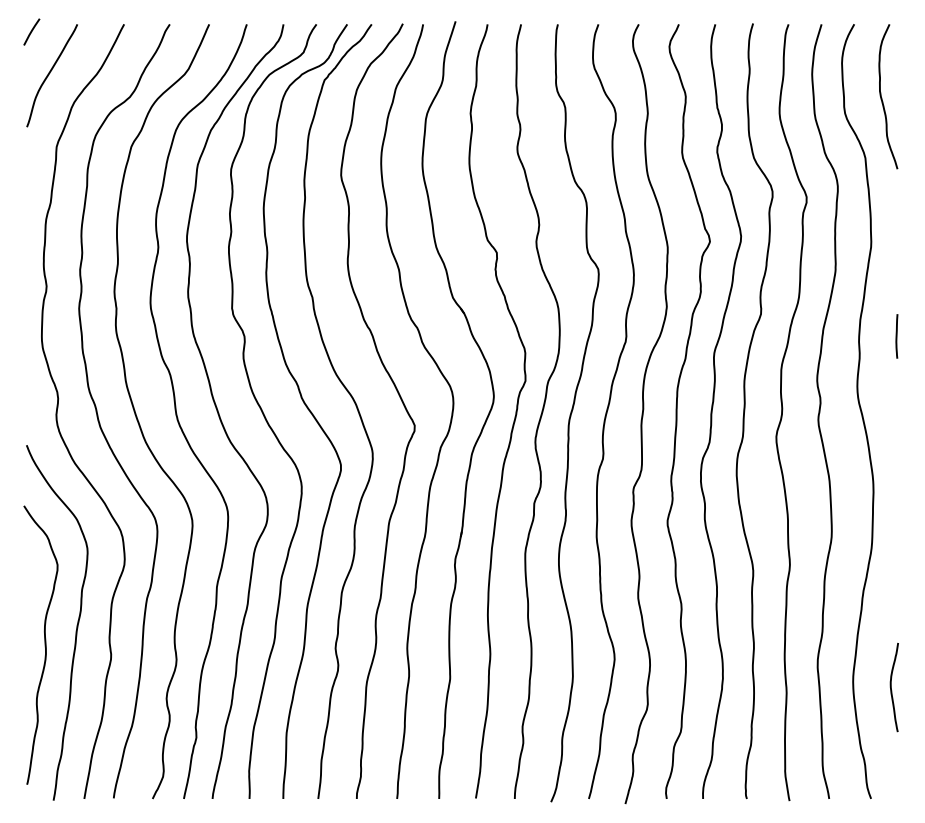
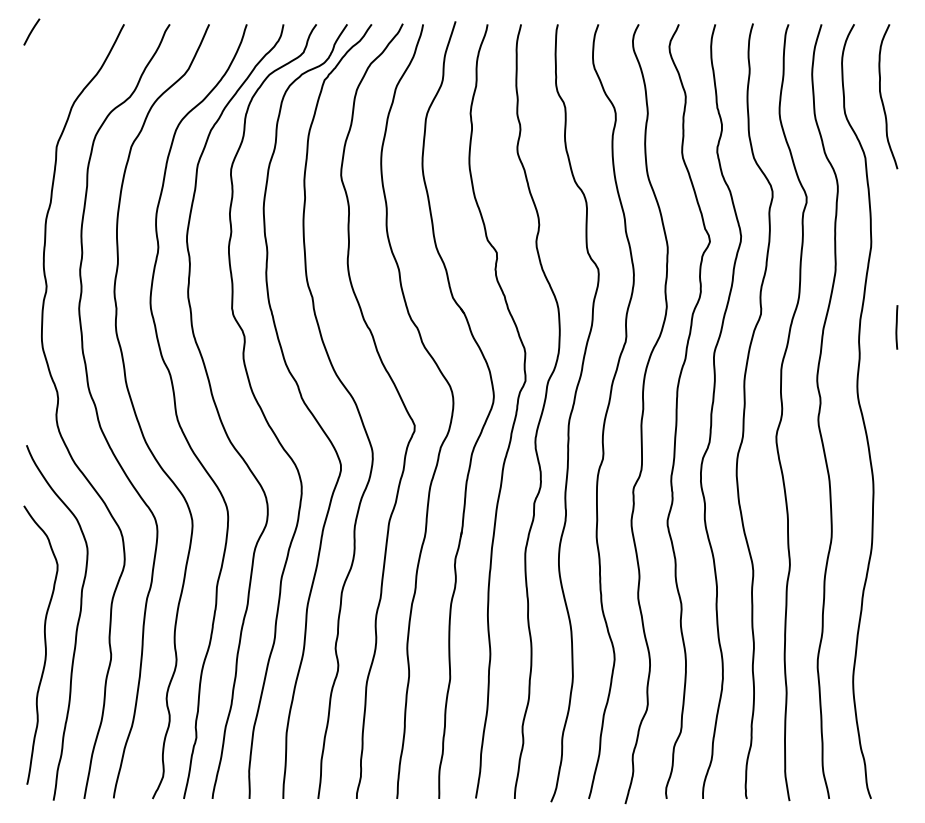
curve at (50, 73): present -> none
line at (896, 336) position: (896, 336) -> (896, 327)
curve at (891, 687): present -> none
